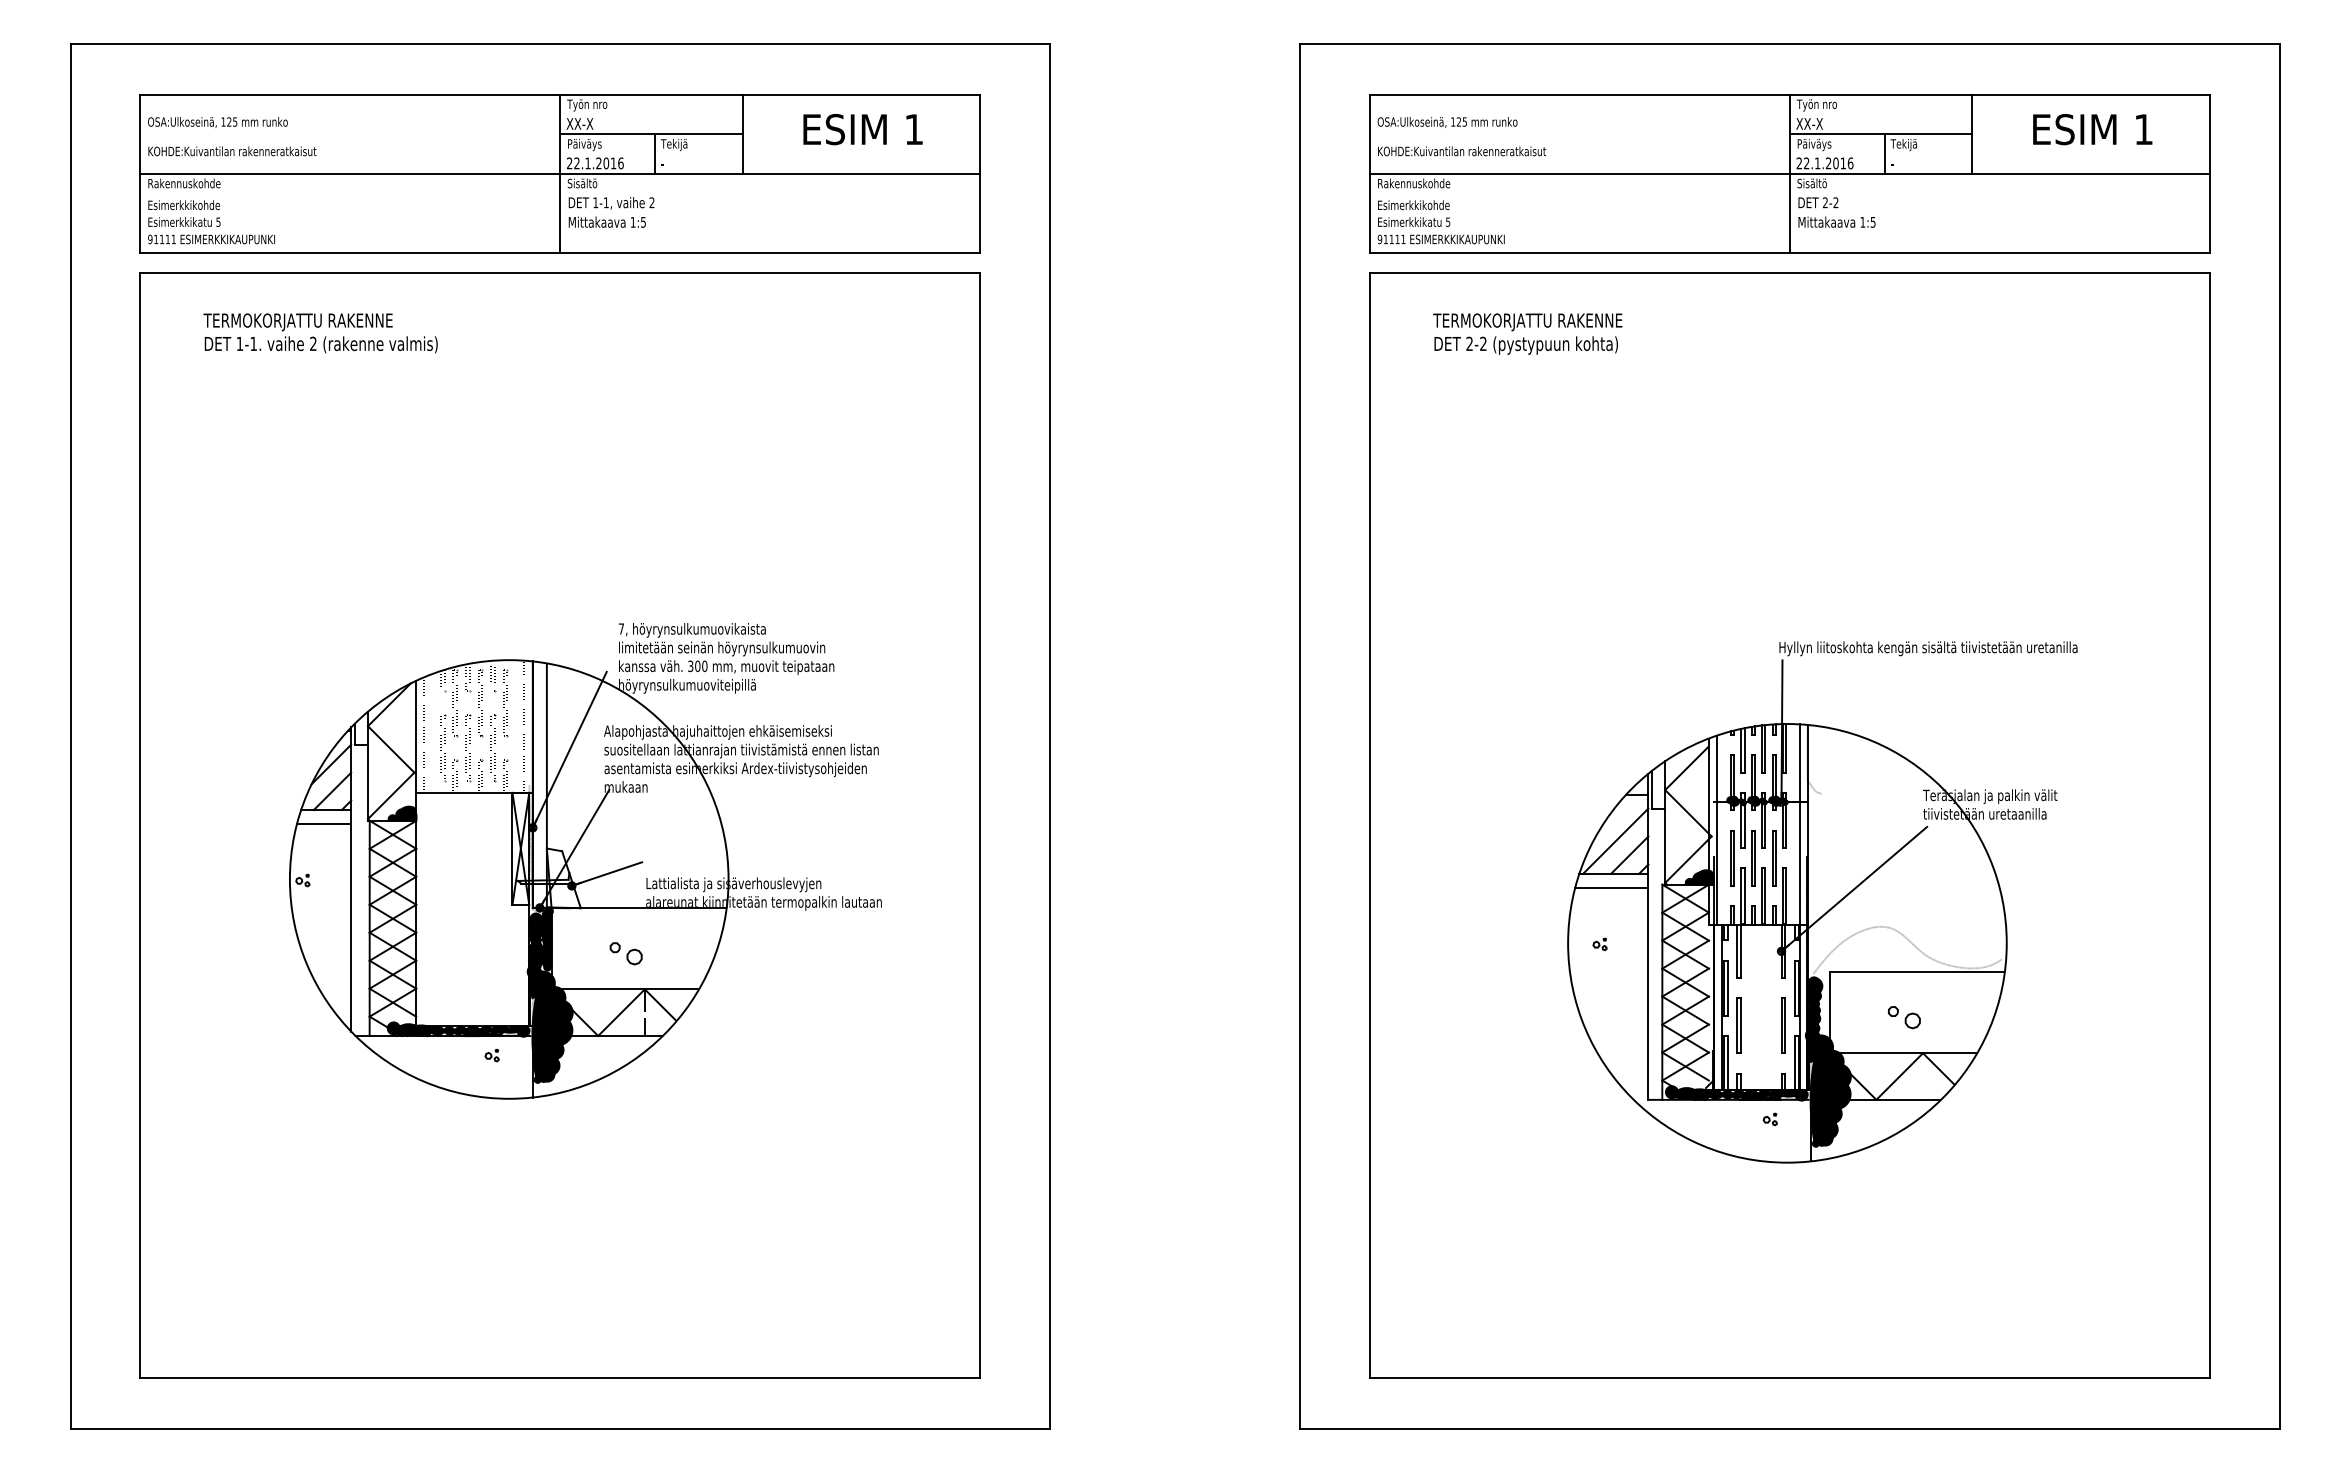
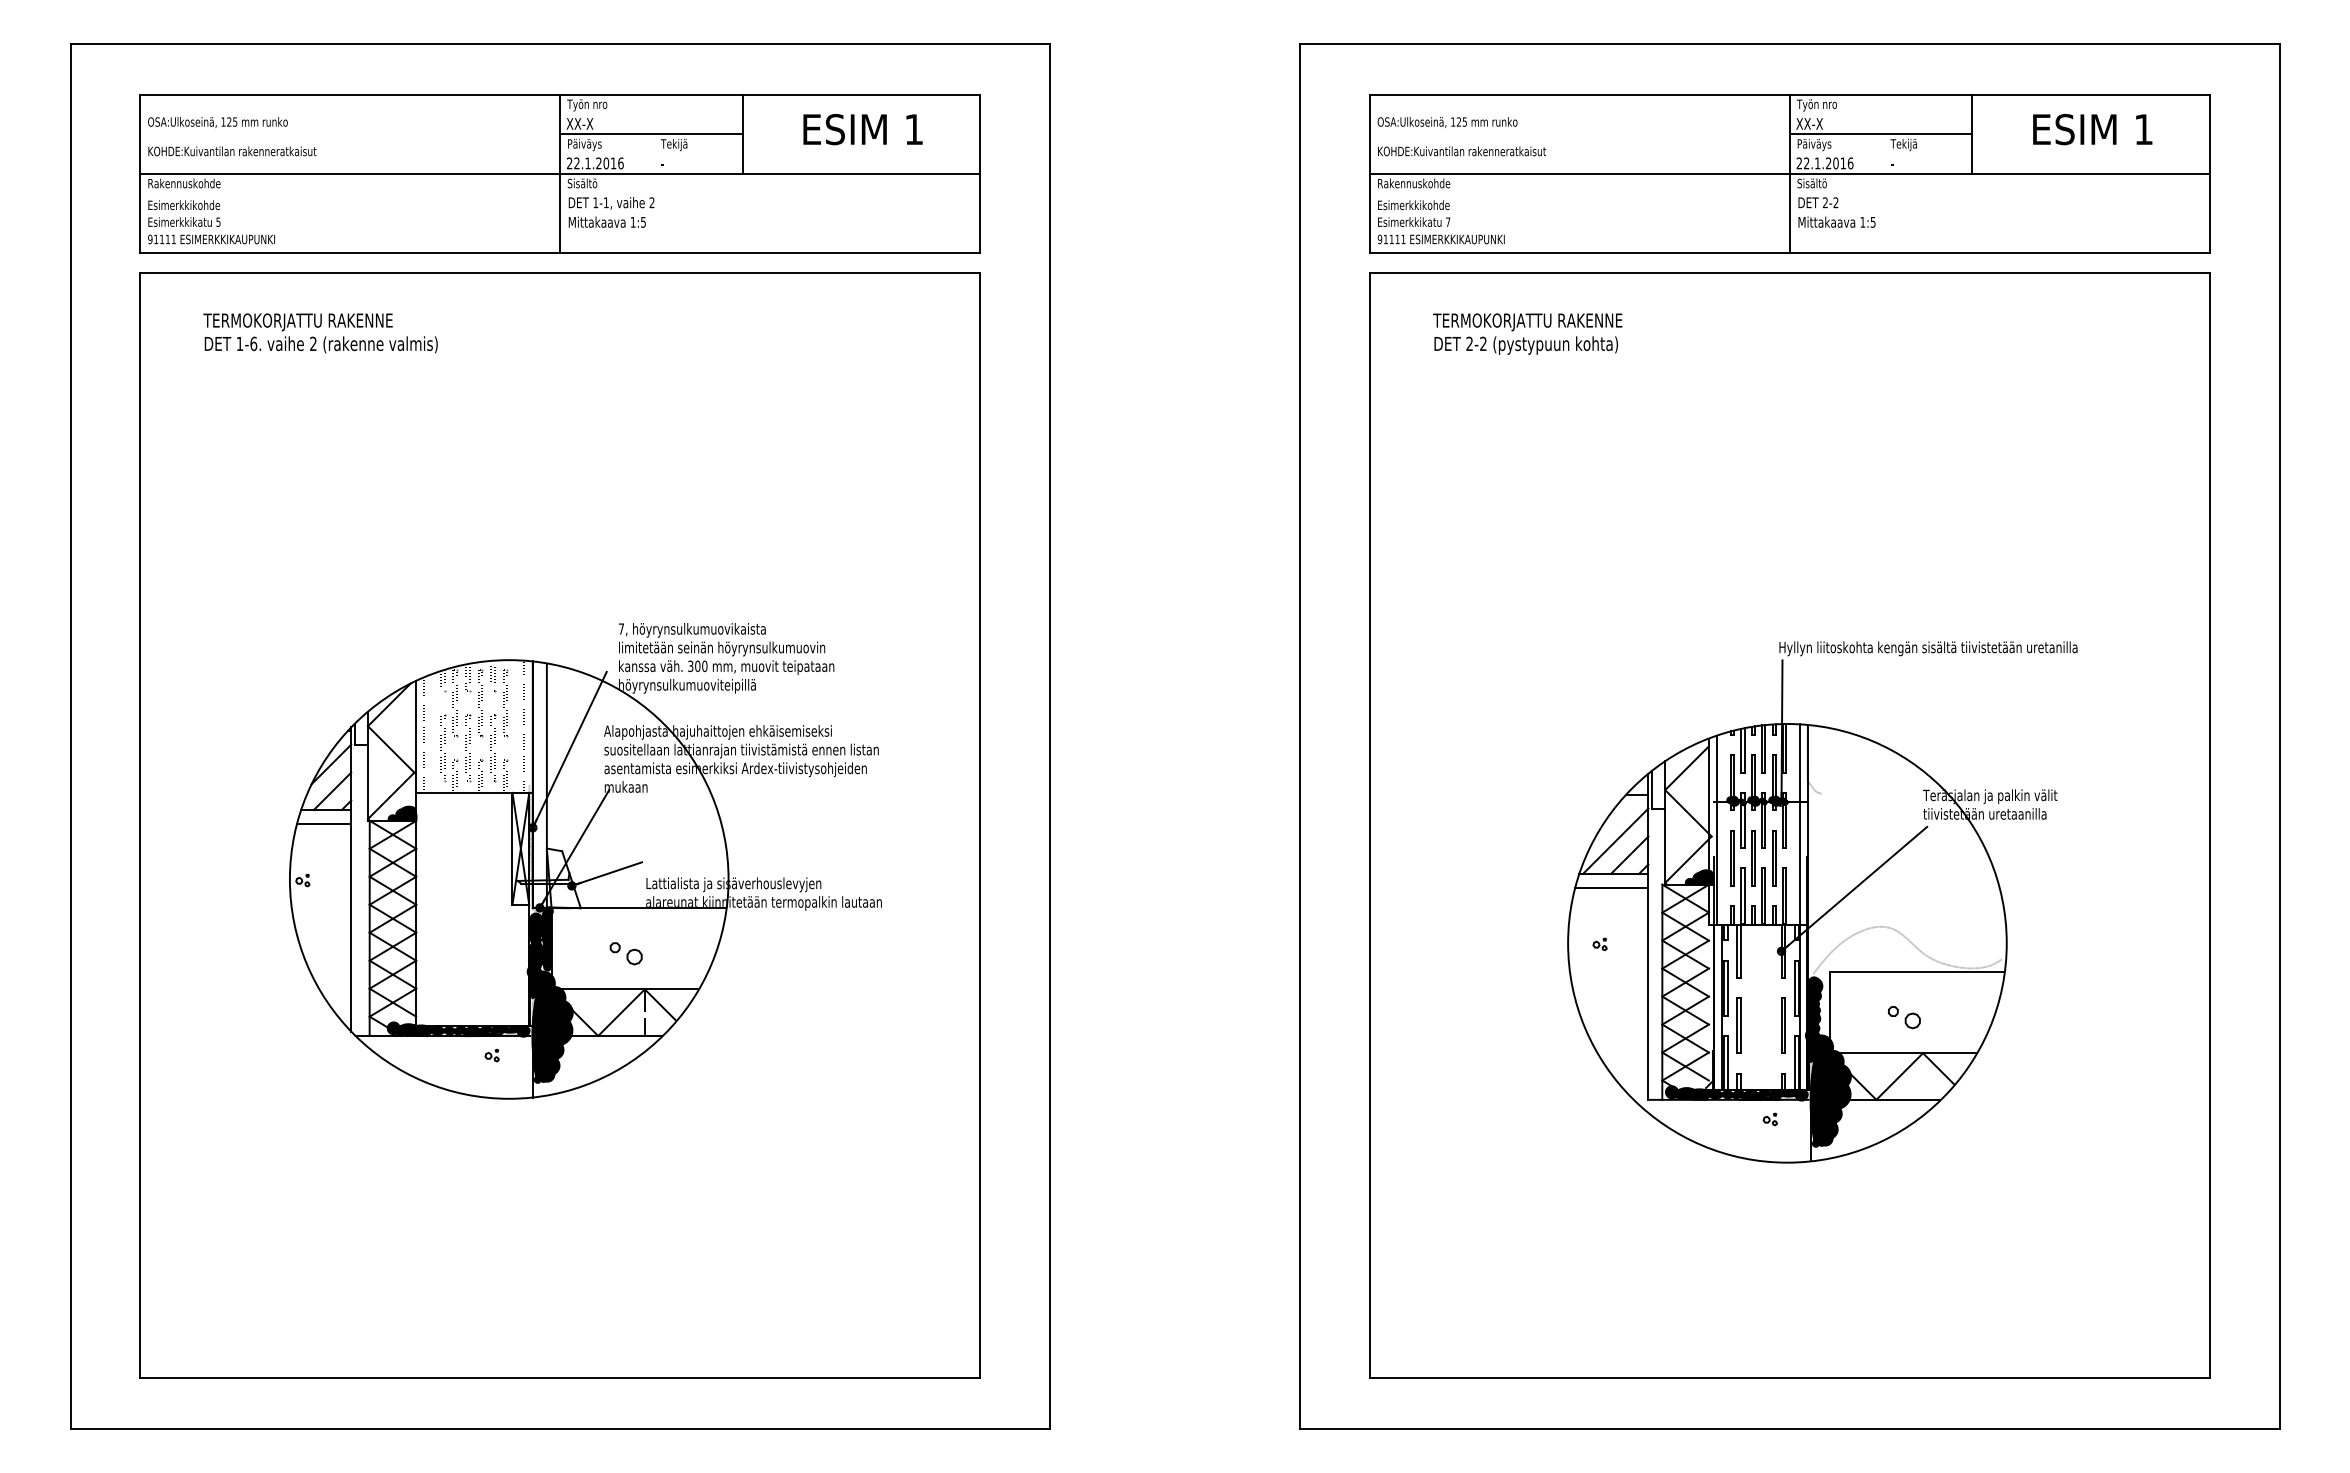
line at (654, 153): present -> none
line at (1884, 153): present -> none
text at (1448, 221): 5 -> 7
text at (253, 343): 1-1. -> 1-6.
